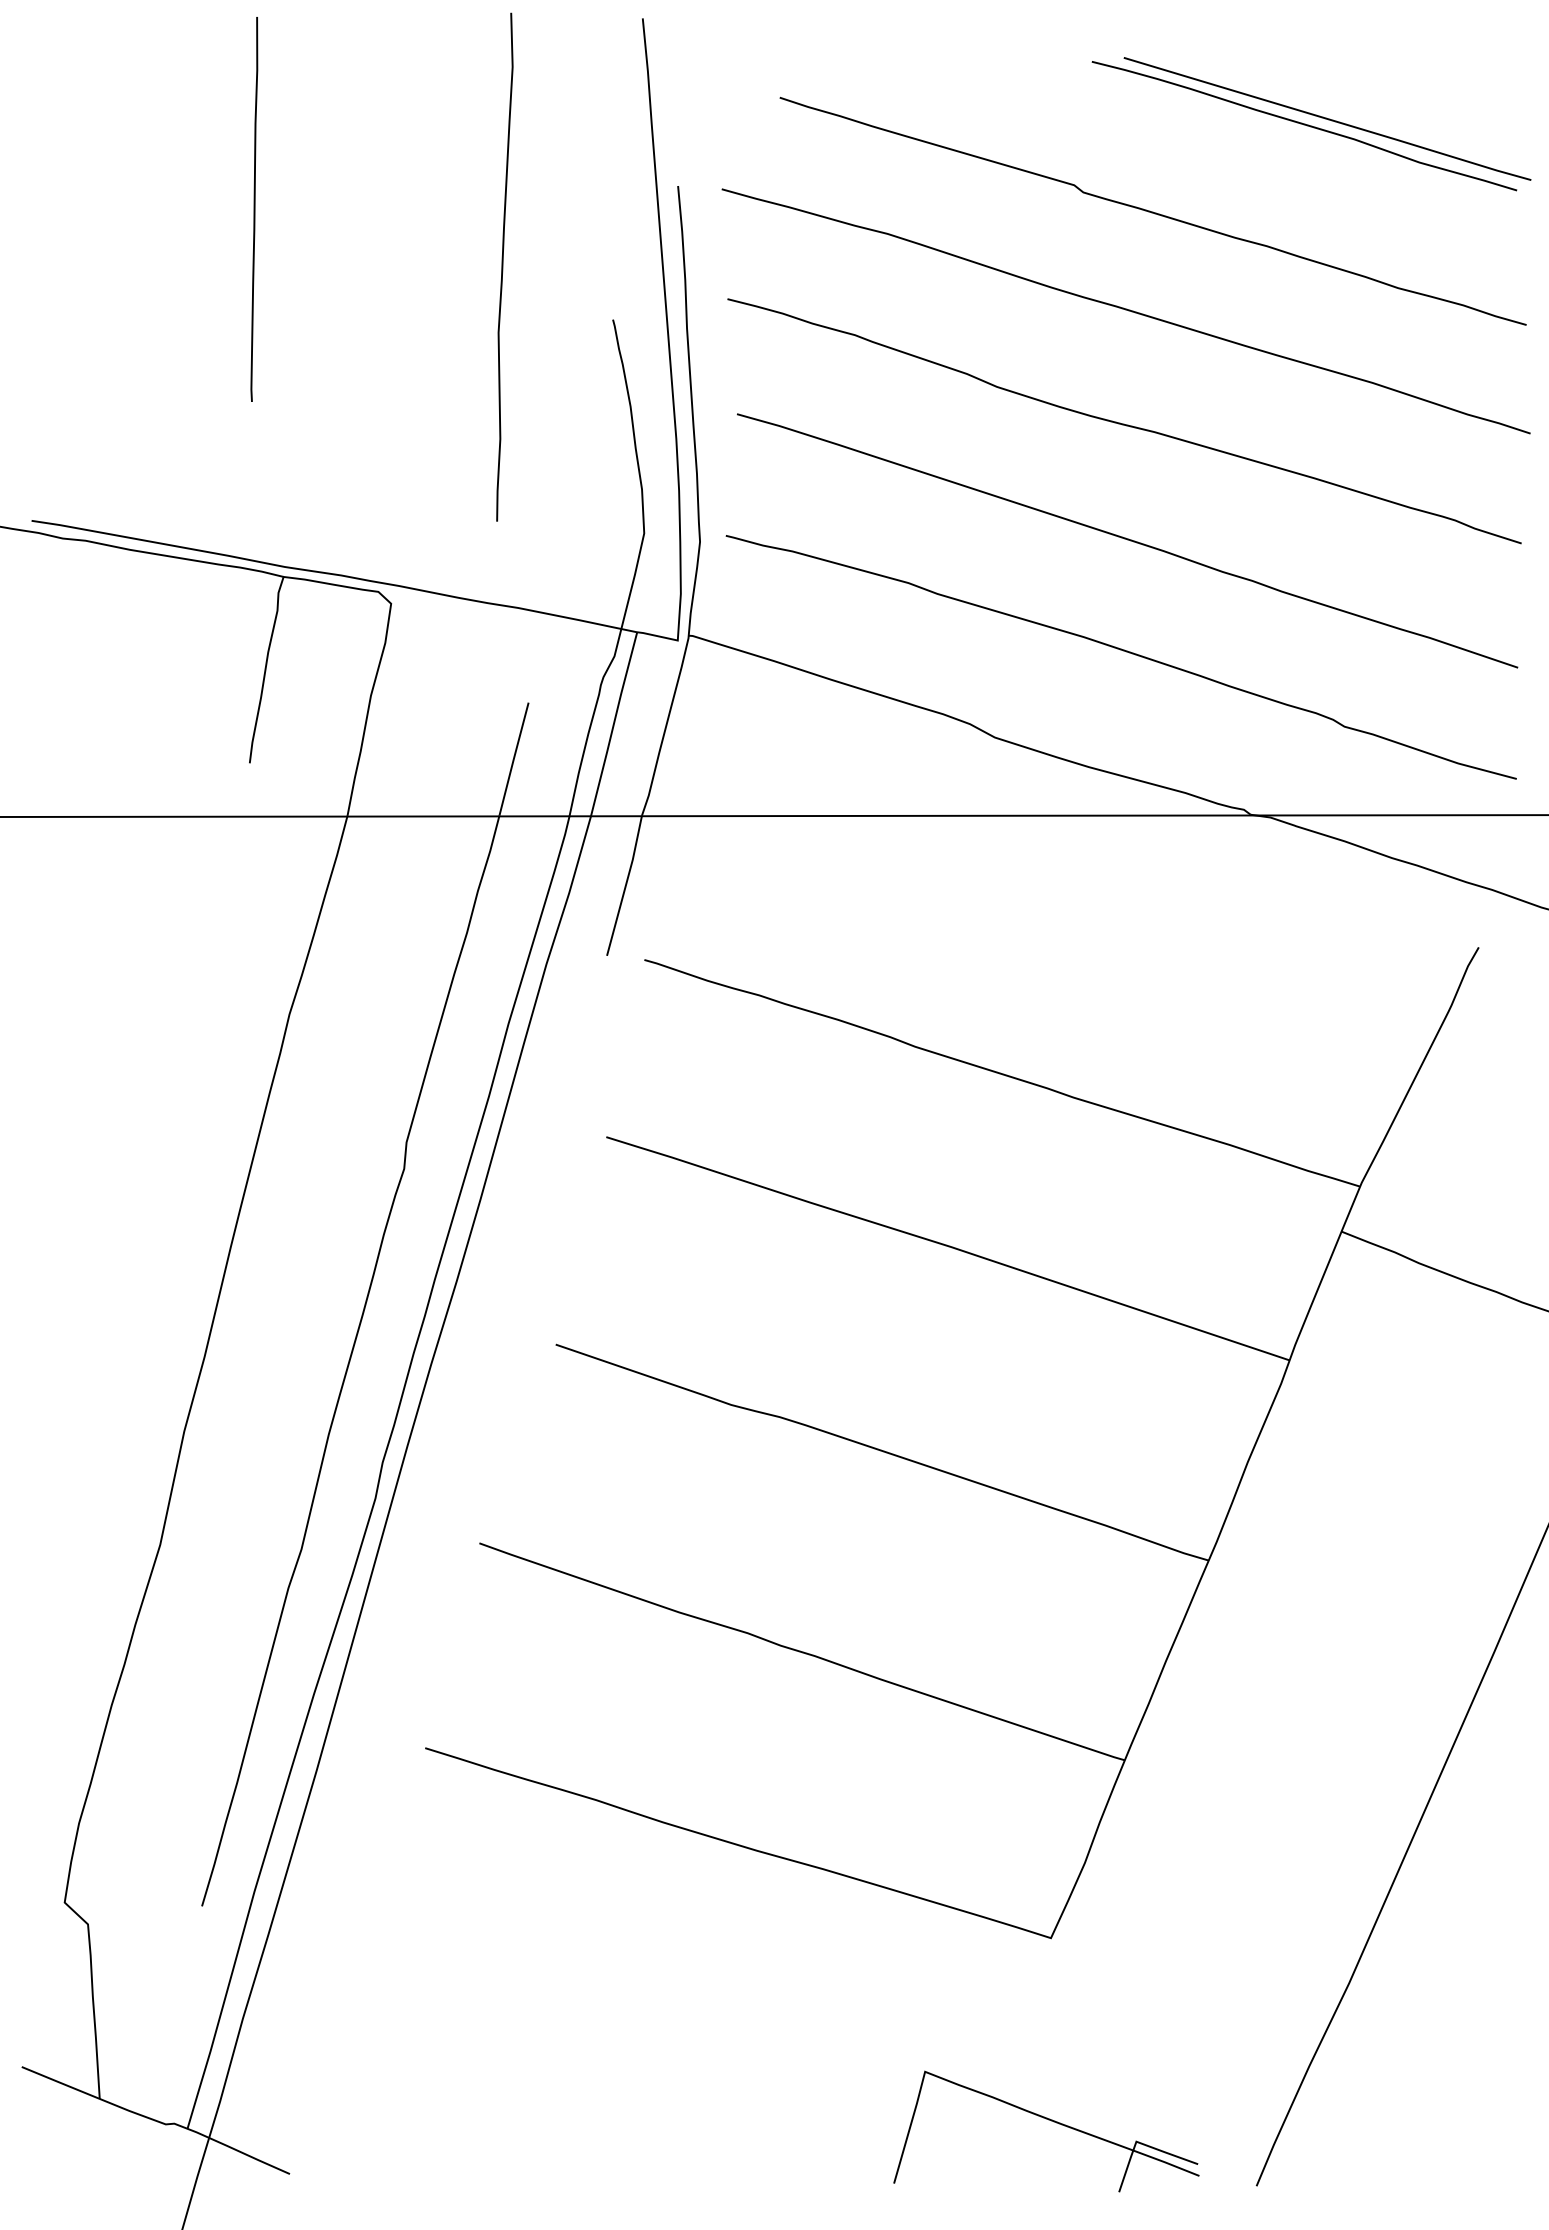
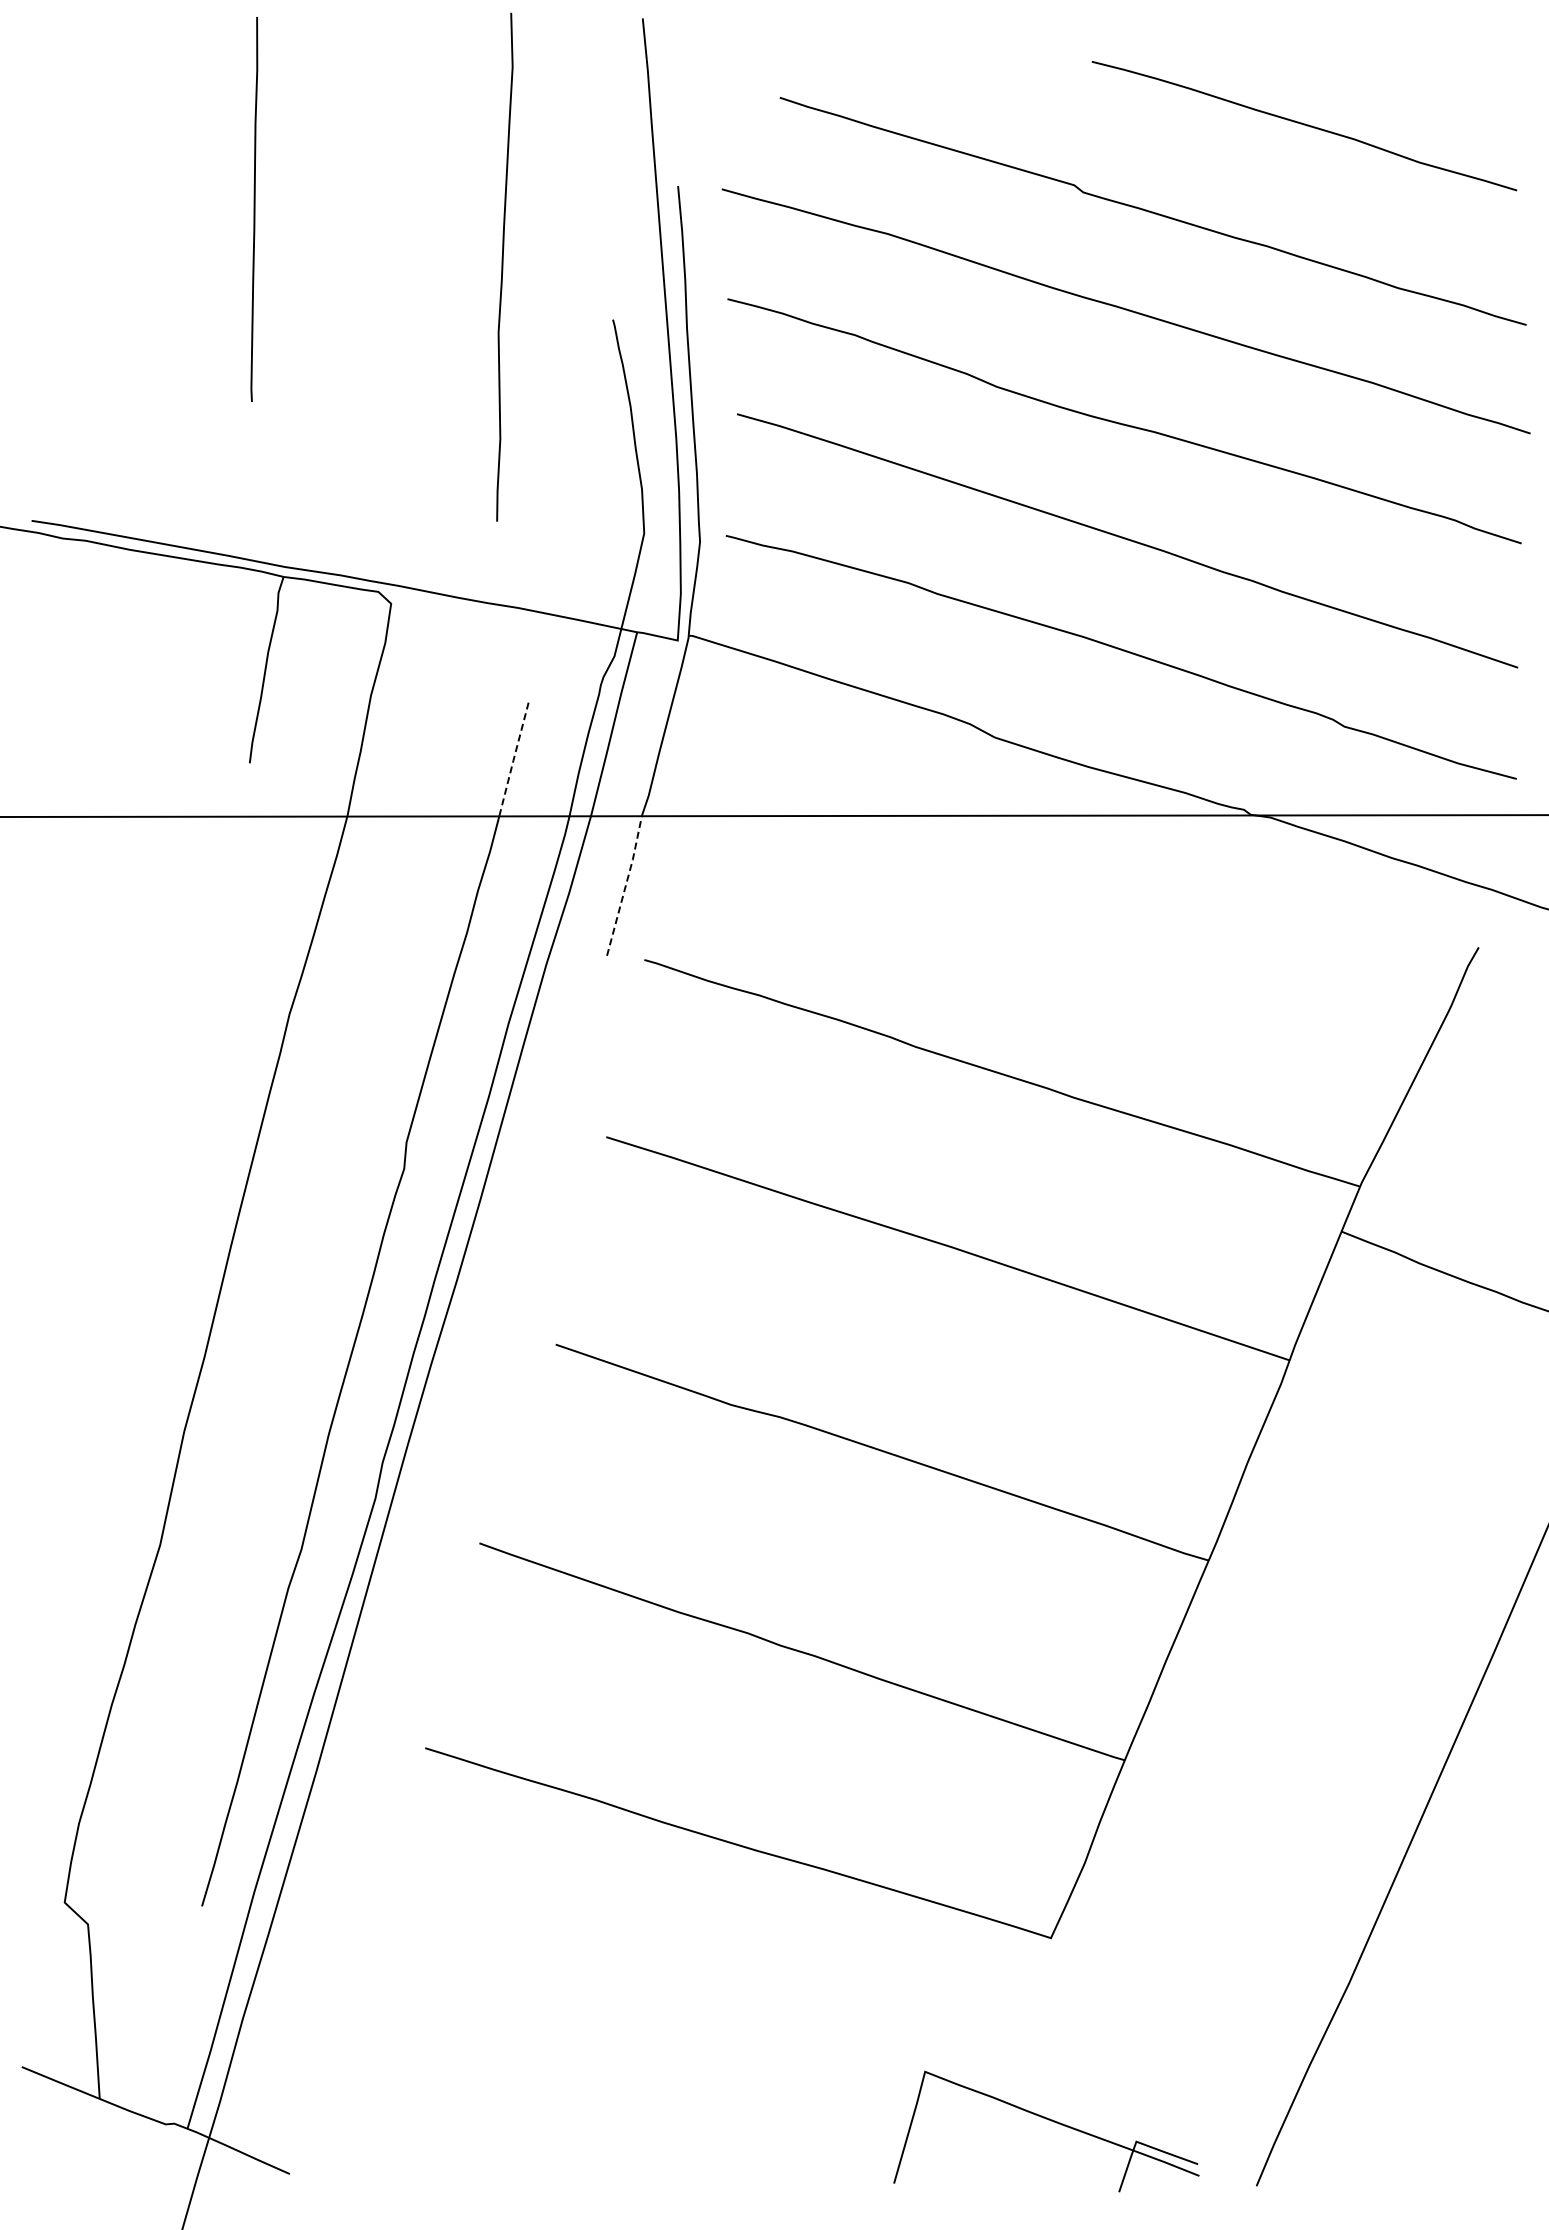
line at (1327, 118): present -> none
line at (513, 760): solid -> dashed
line at (626, 884): solid -> dashed
